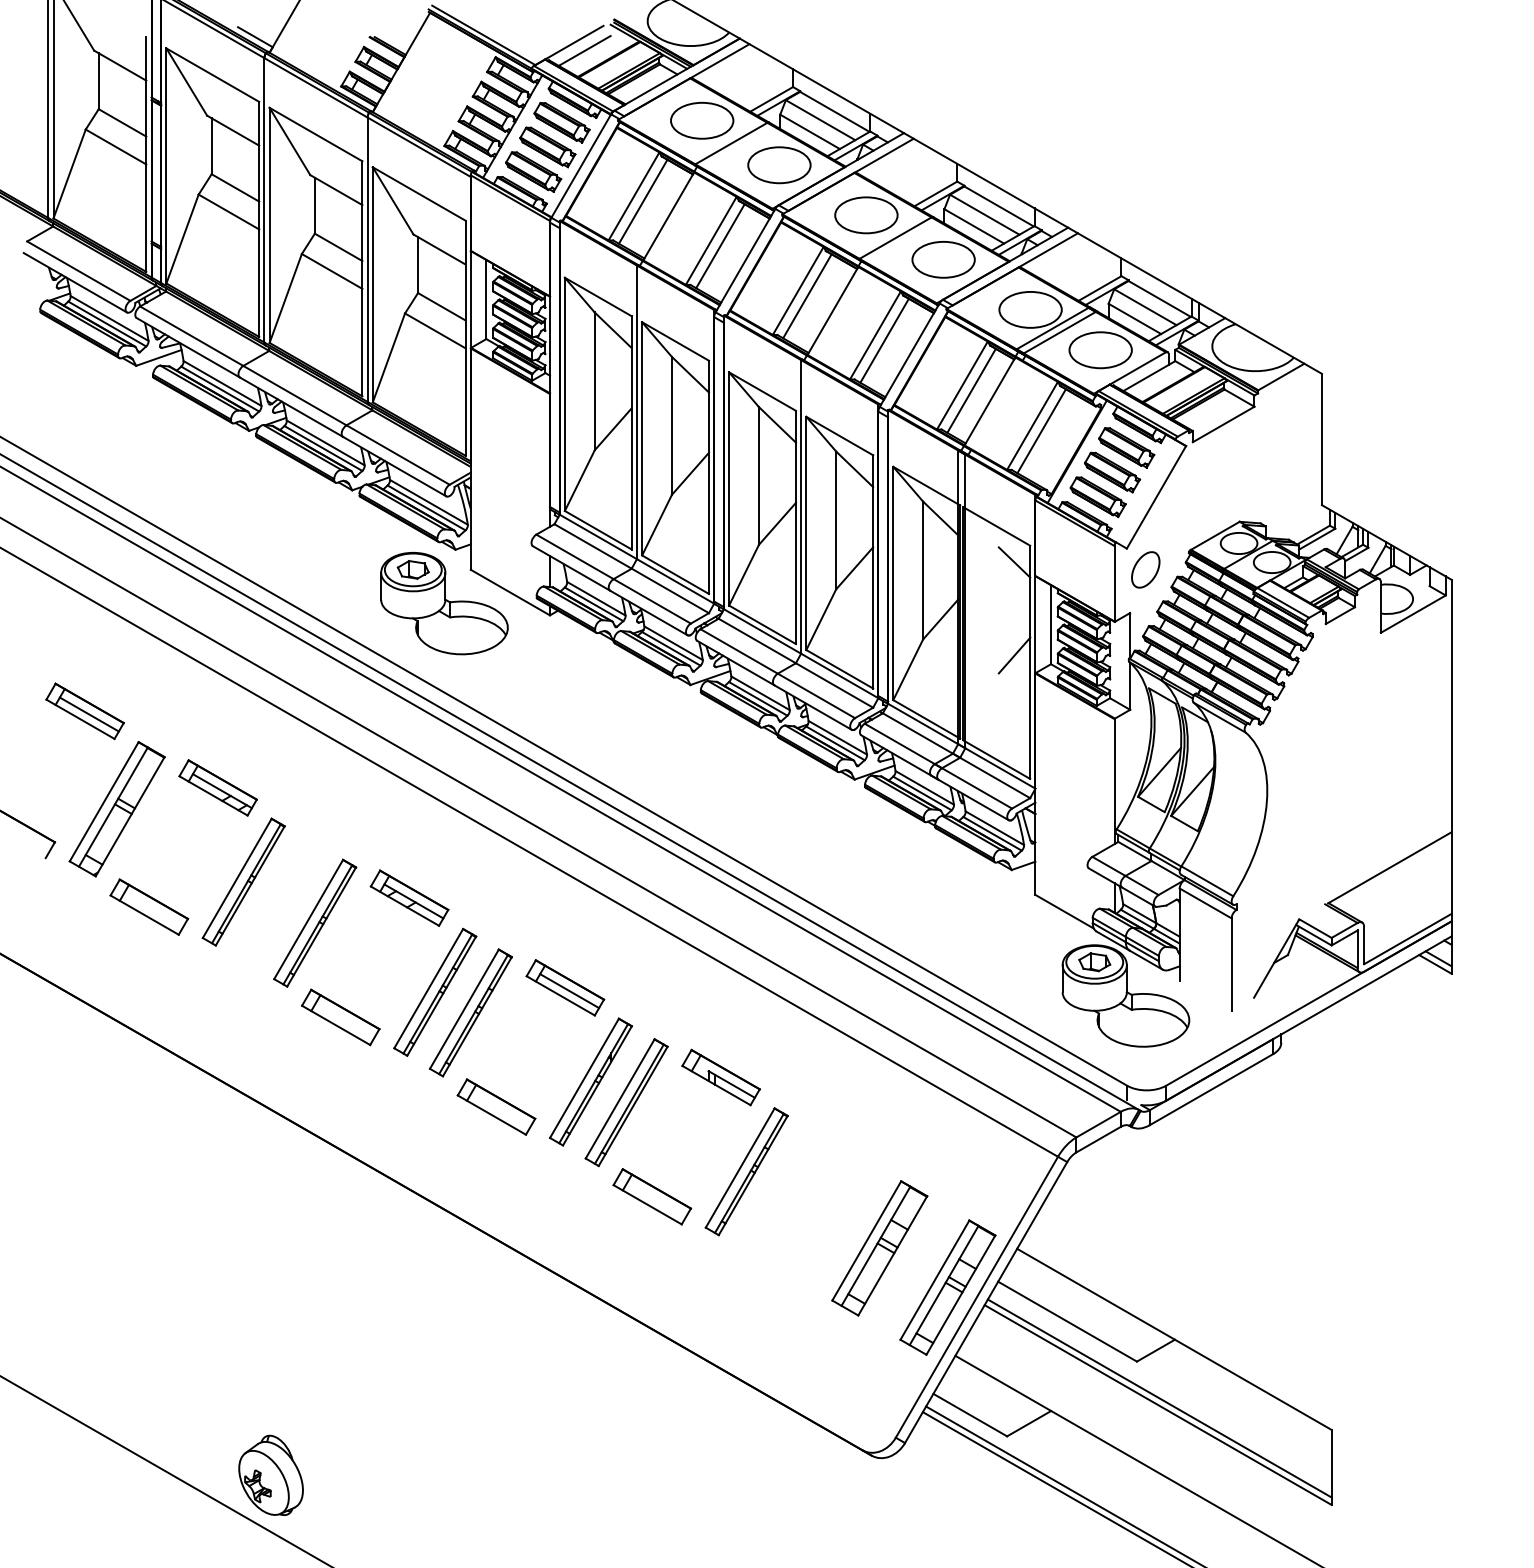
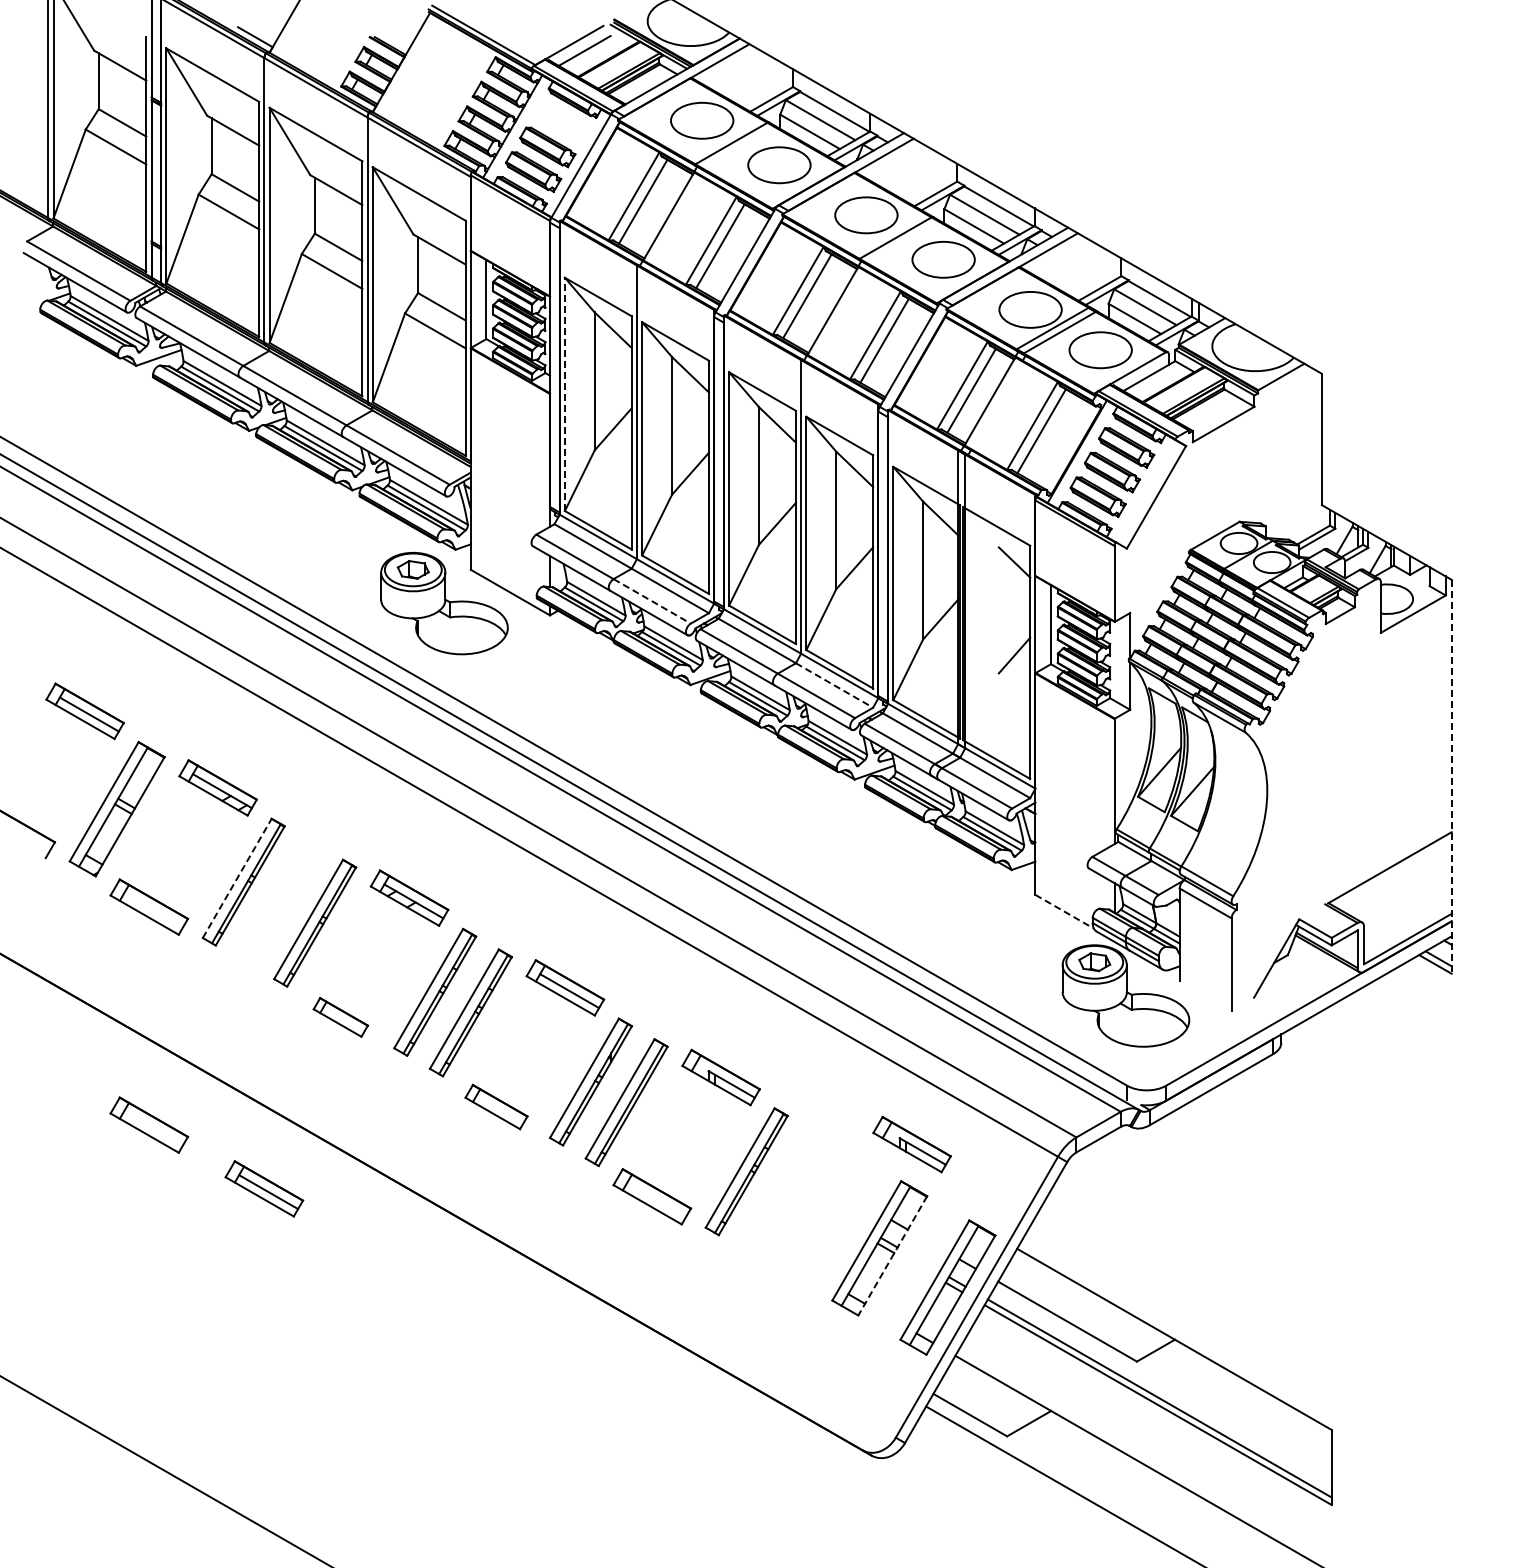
part at (561, 122): present -> none
line at (564, 394): solid -> dashed
part at (1145, 569): present -> none
line at (652, 601): solid -> dashed
line at (834, 685): solid -> dashed
line at (1451, 776): solid -> dashed
line at (237, 878): solid -> dashed
line at (1064, 911): solid -> dashed
part at (340, 1017) size: 80x59 px -> 58x41 px
part at (496, 1106) size: 81x58 px -> 65x48 px
part at (149, 1124): none -> present
part at (911, 1144): none -> present
part at (264, 1188): none -> present
line at (892, 1255): solid -> dashed
part at (270, 1474): present -> none
line at (1054, 1488): present -> none
